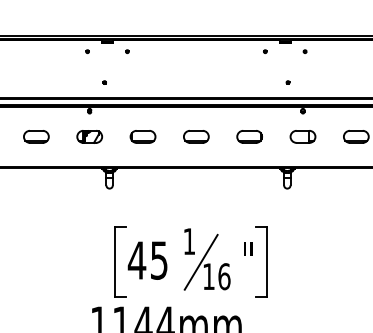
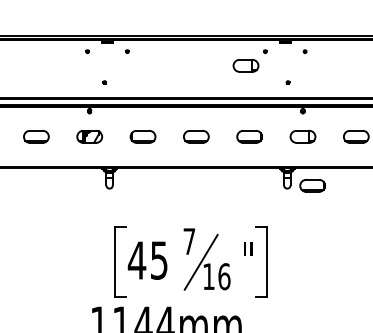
part at (245, 65): none -> present
part at (312, 185): none -> present
text at (189, 241): 1 -> 7
